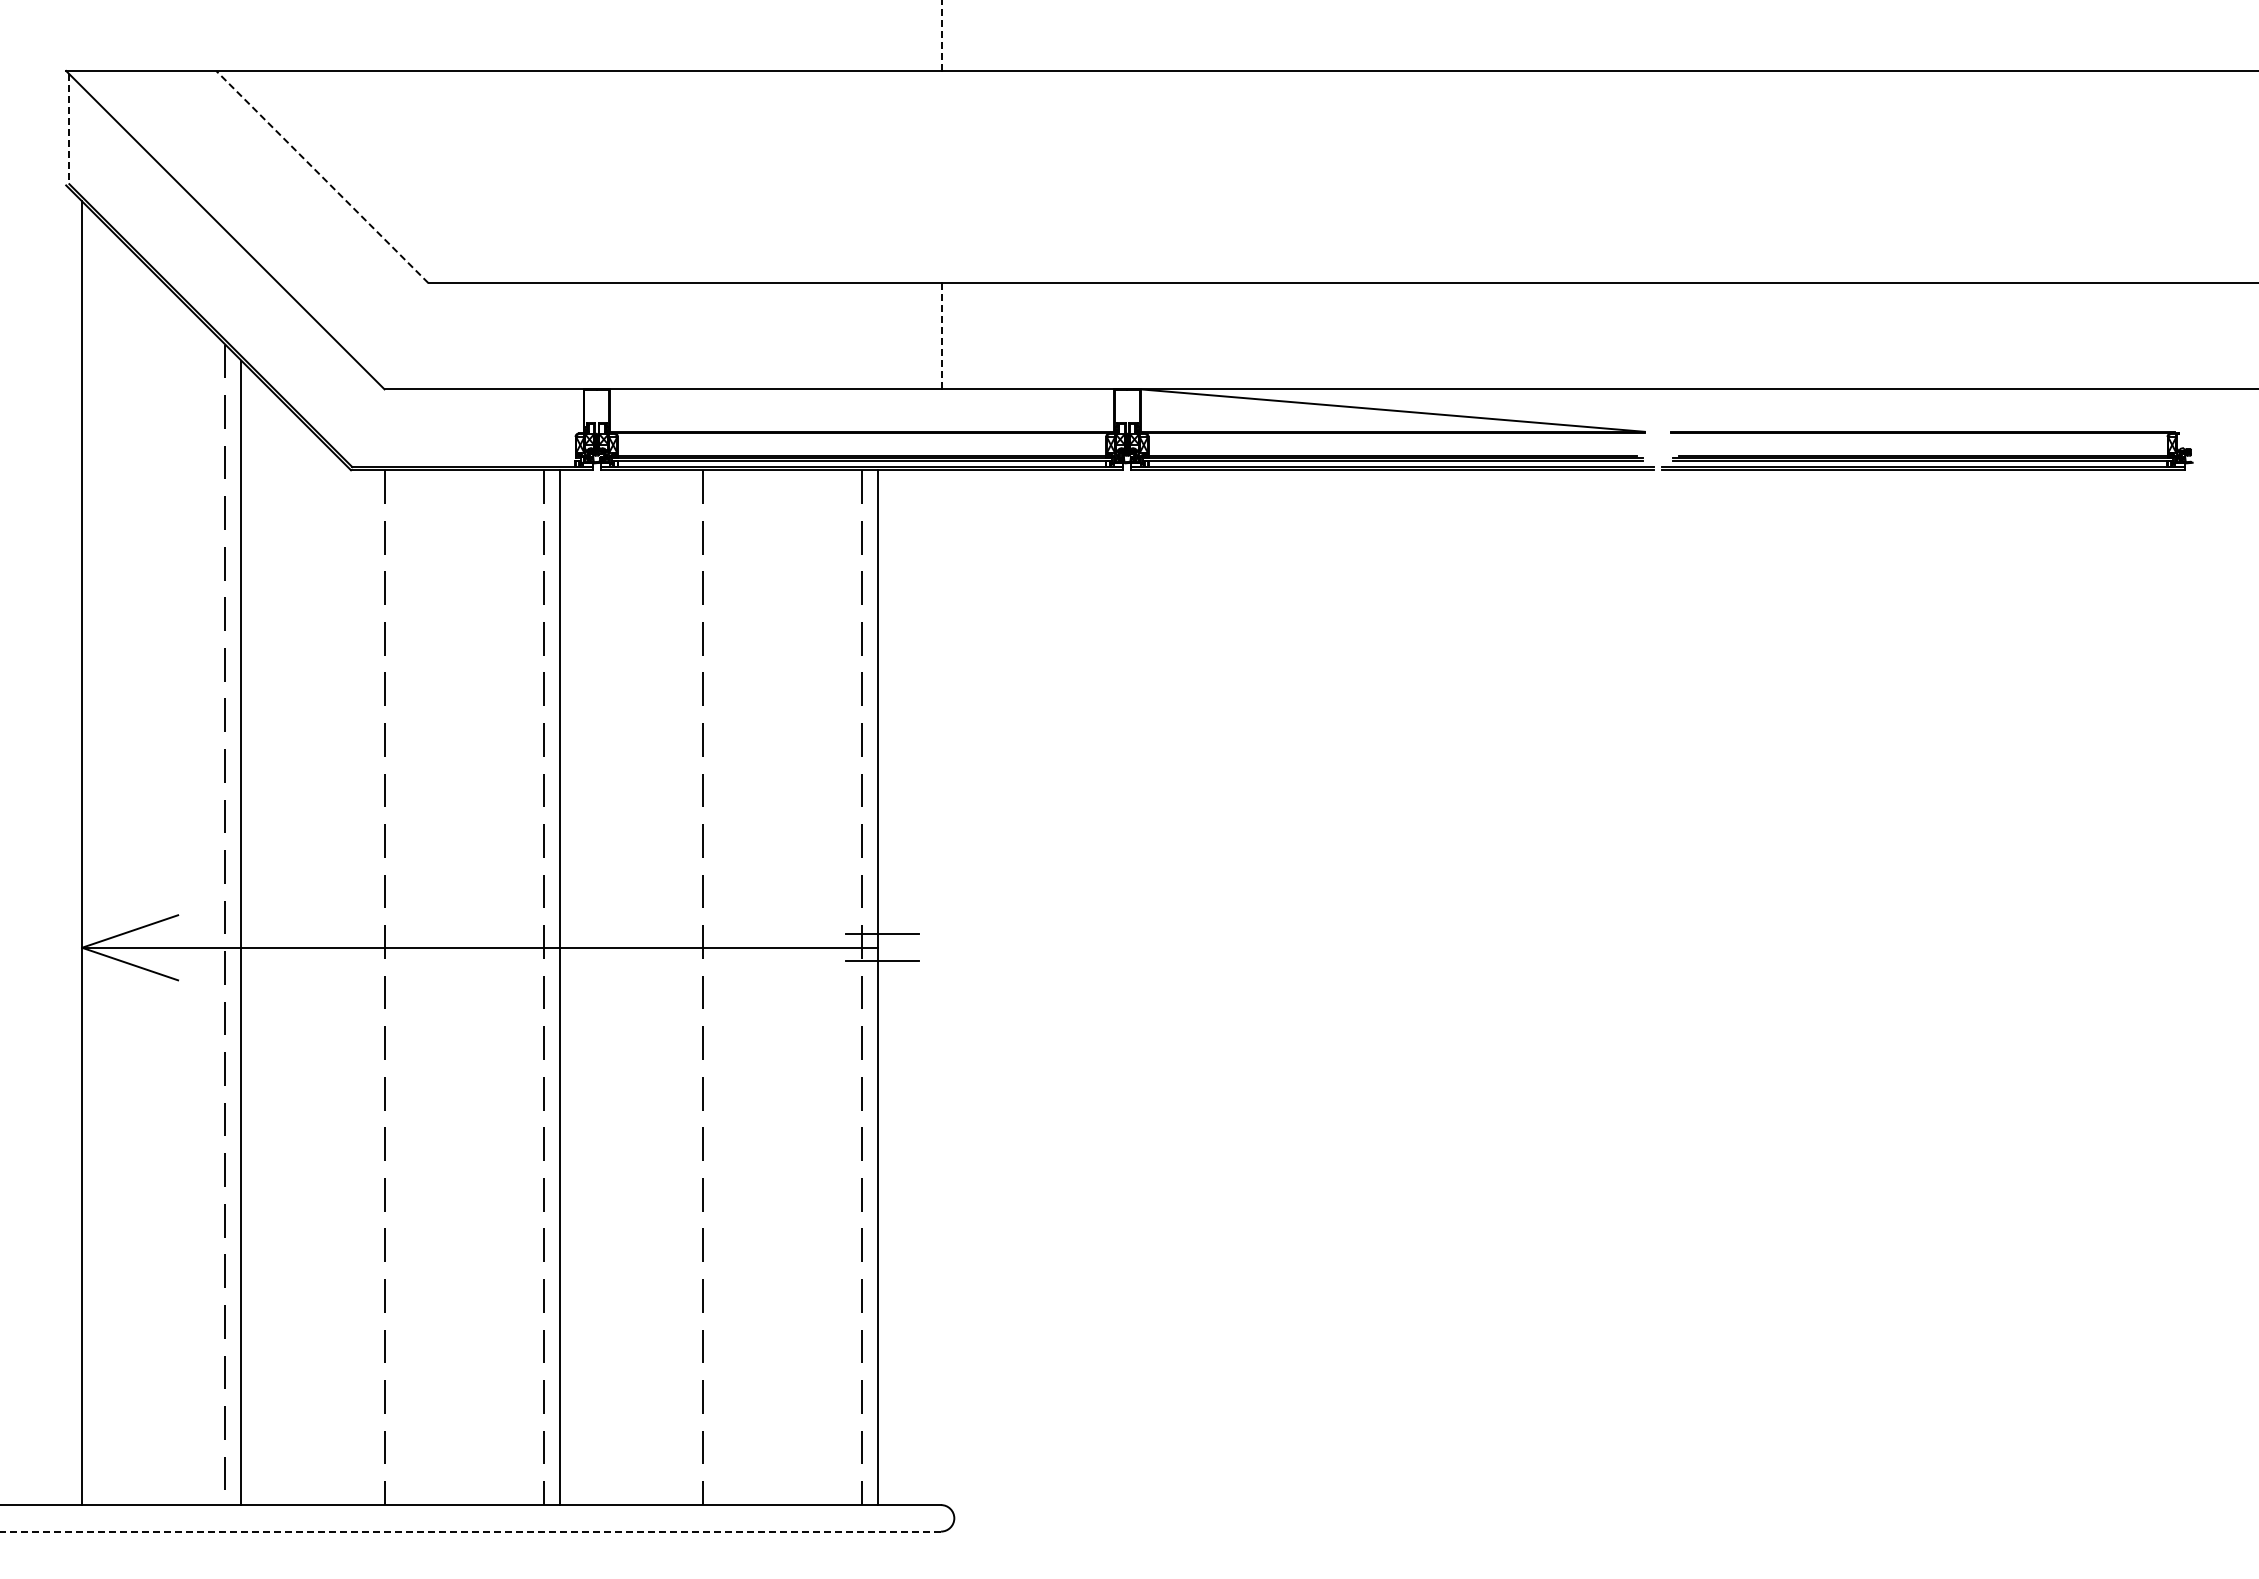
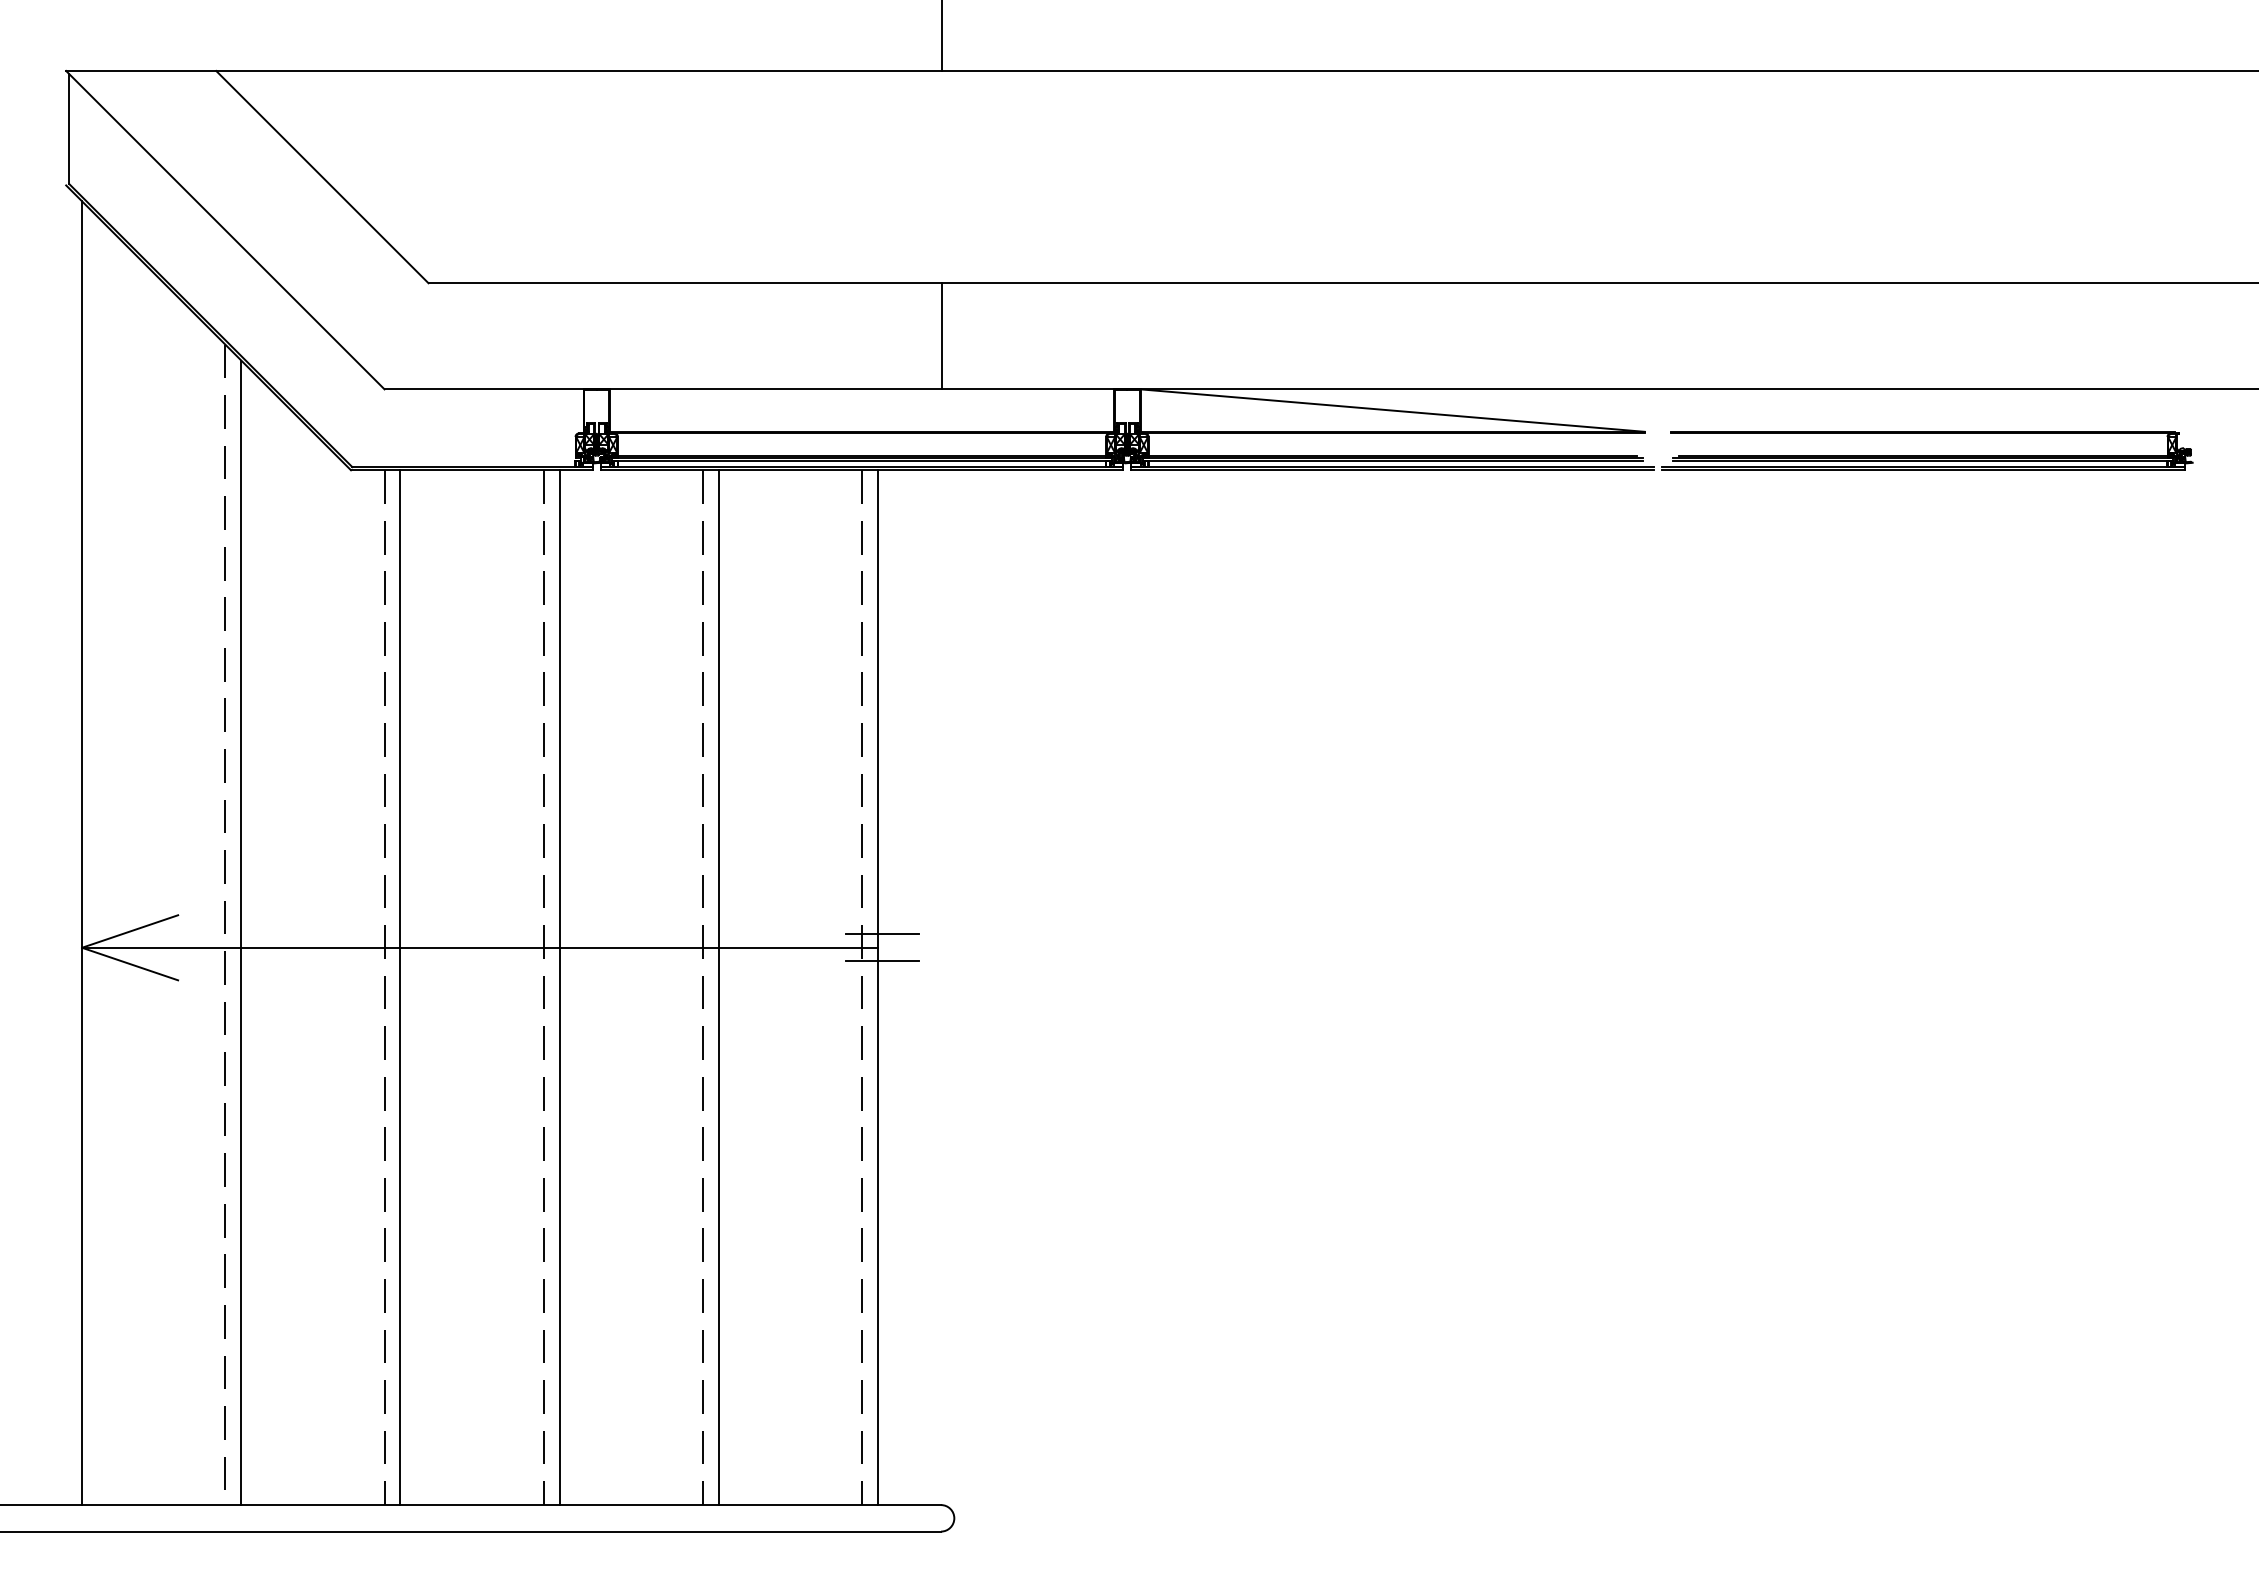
line at (941, 36): dashed -> solid
line at (69, 129): dashed -> solid
line at (322, 176): dashed -> solid
line at (941, 336): dashed -> solid
line at (400, 987): none -> present
line at (718, 987): none -> present
line at (470, 1531): dashed -> solid
